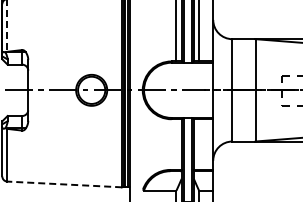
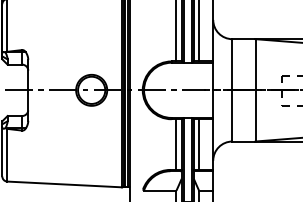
line at (7, 25): dashed -> solid
line at (176, 144): none -> present
line at (199, 144): none -> present
line at (64, 184): dashed -> solid
